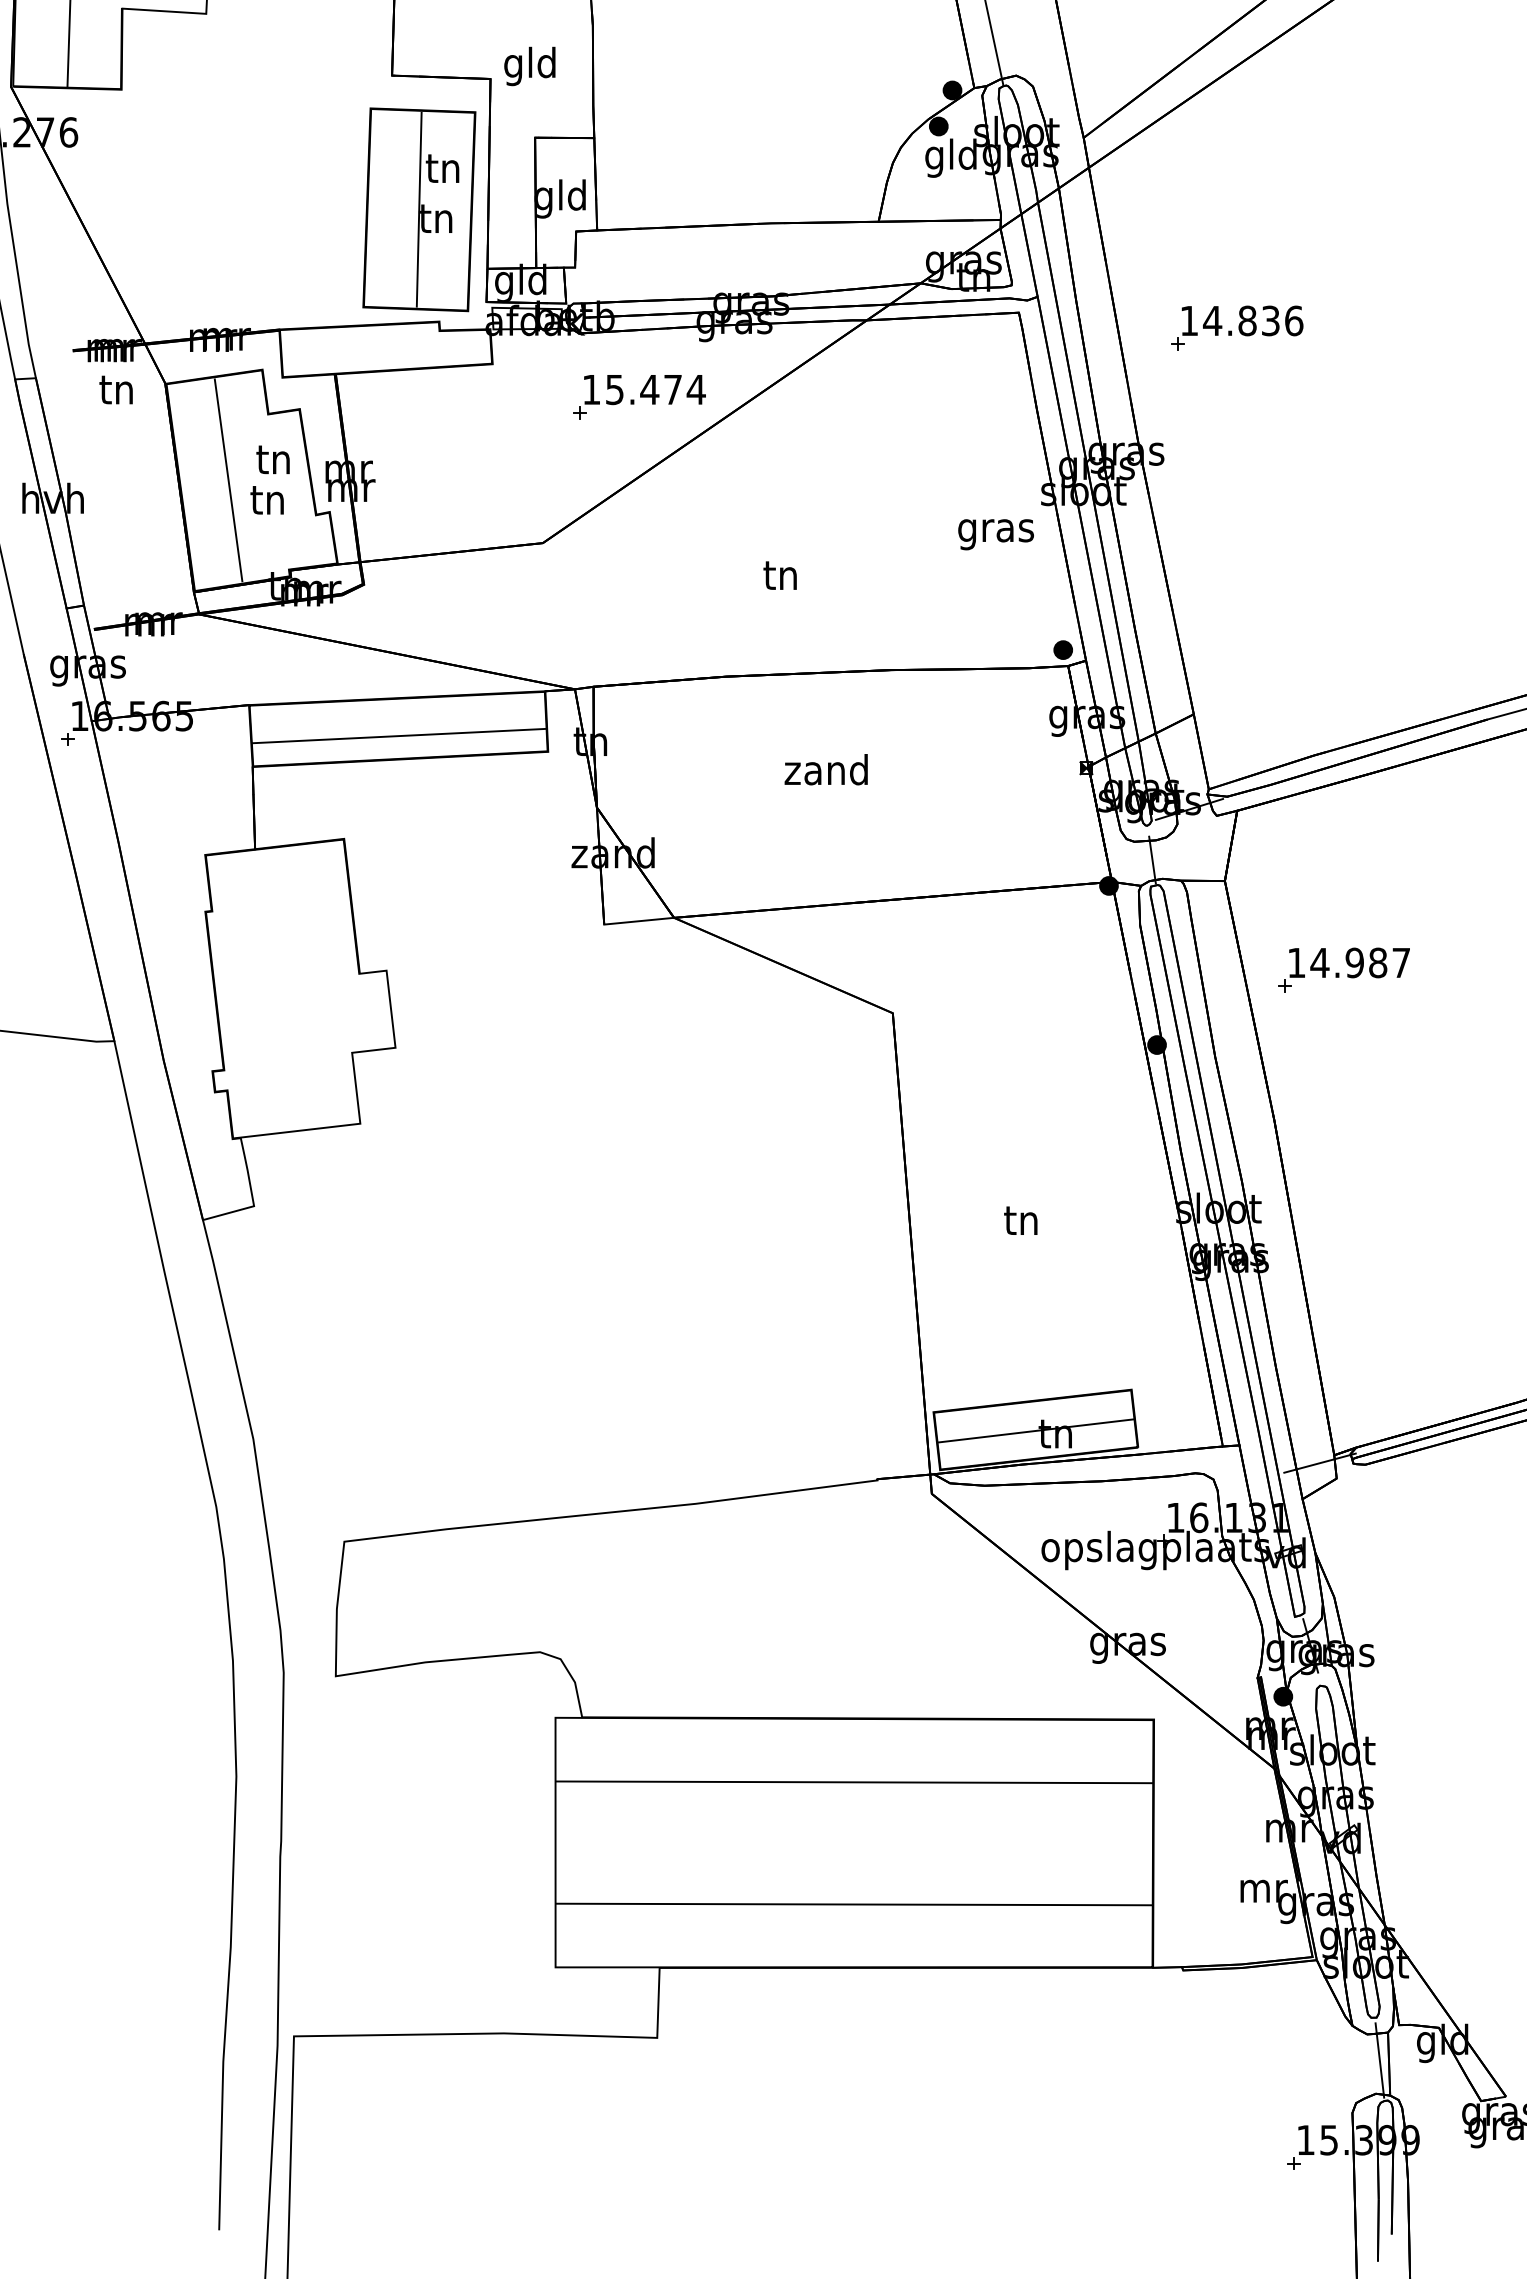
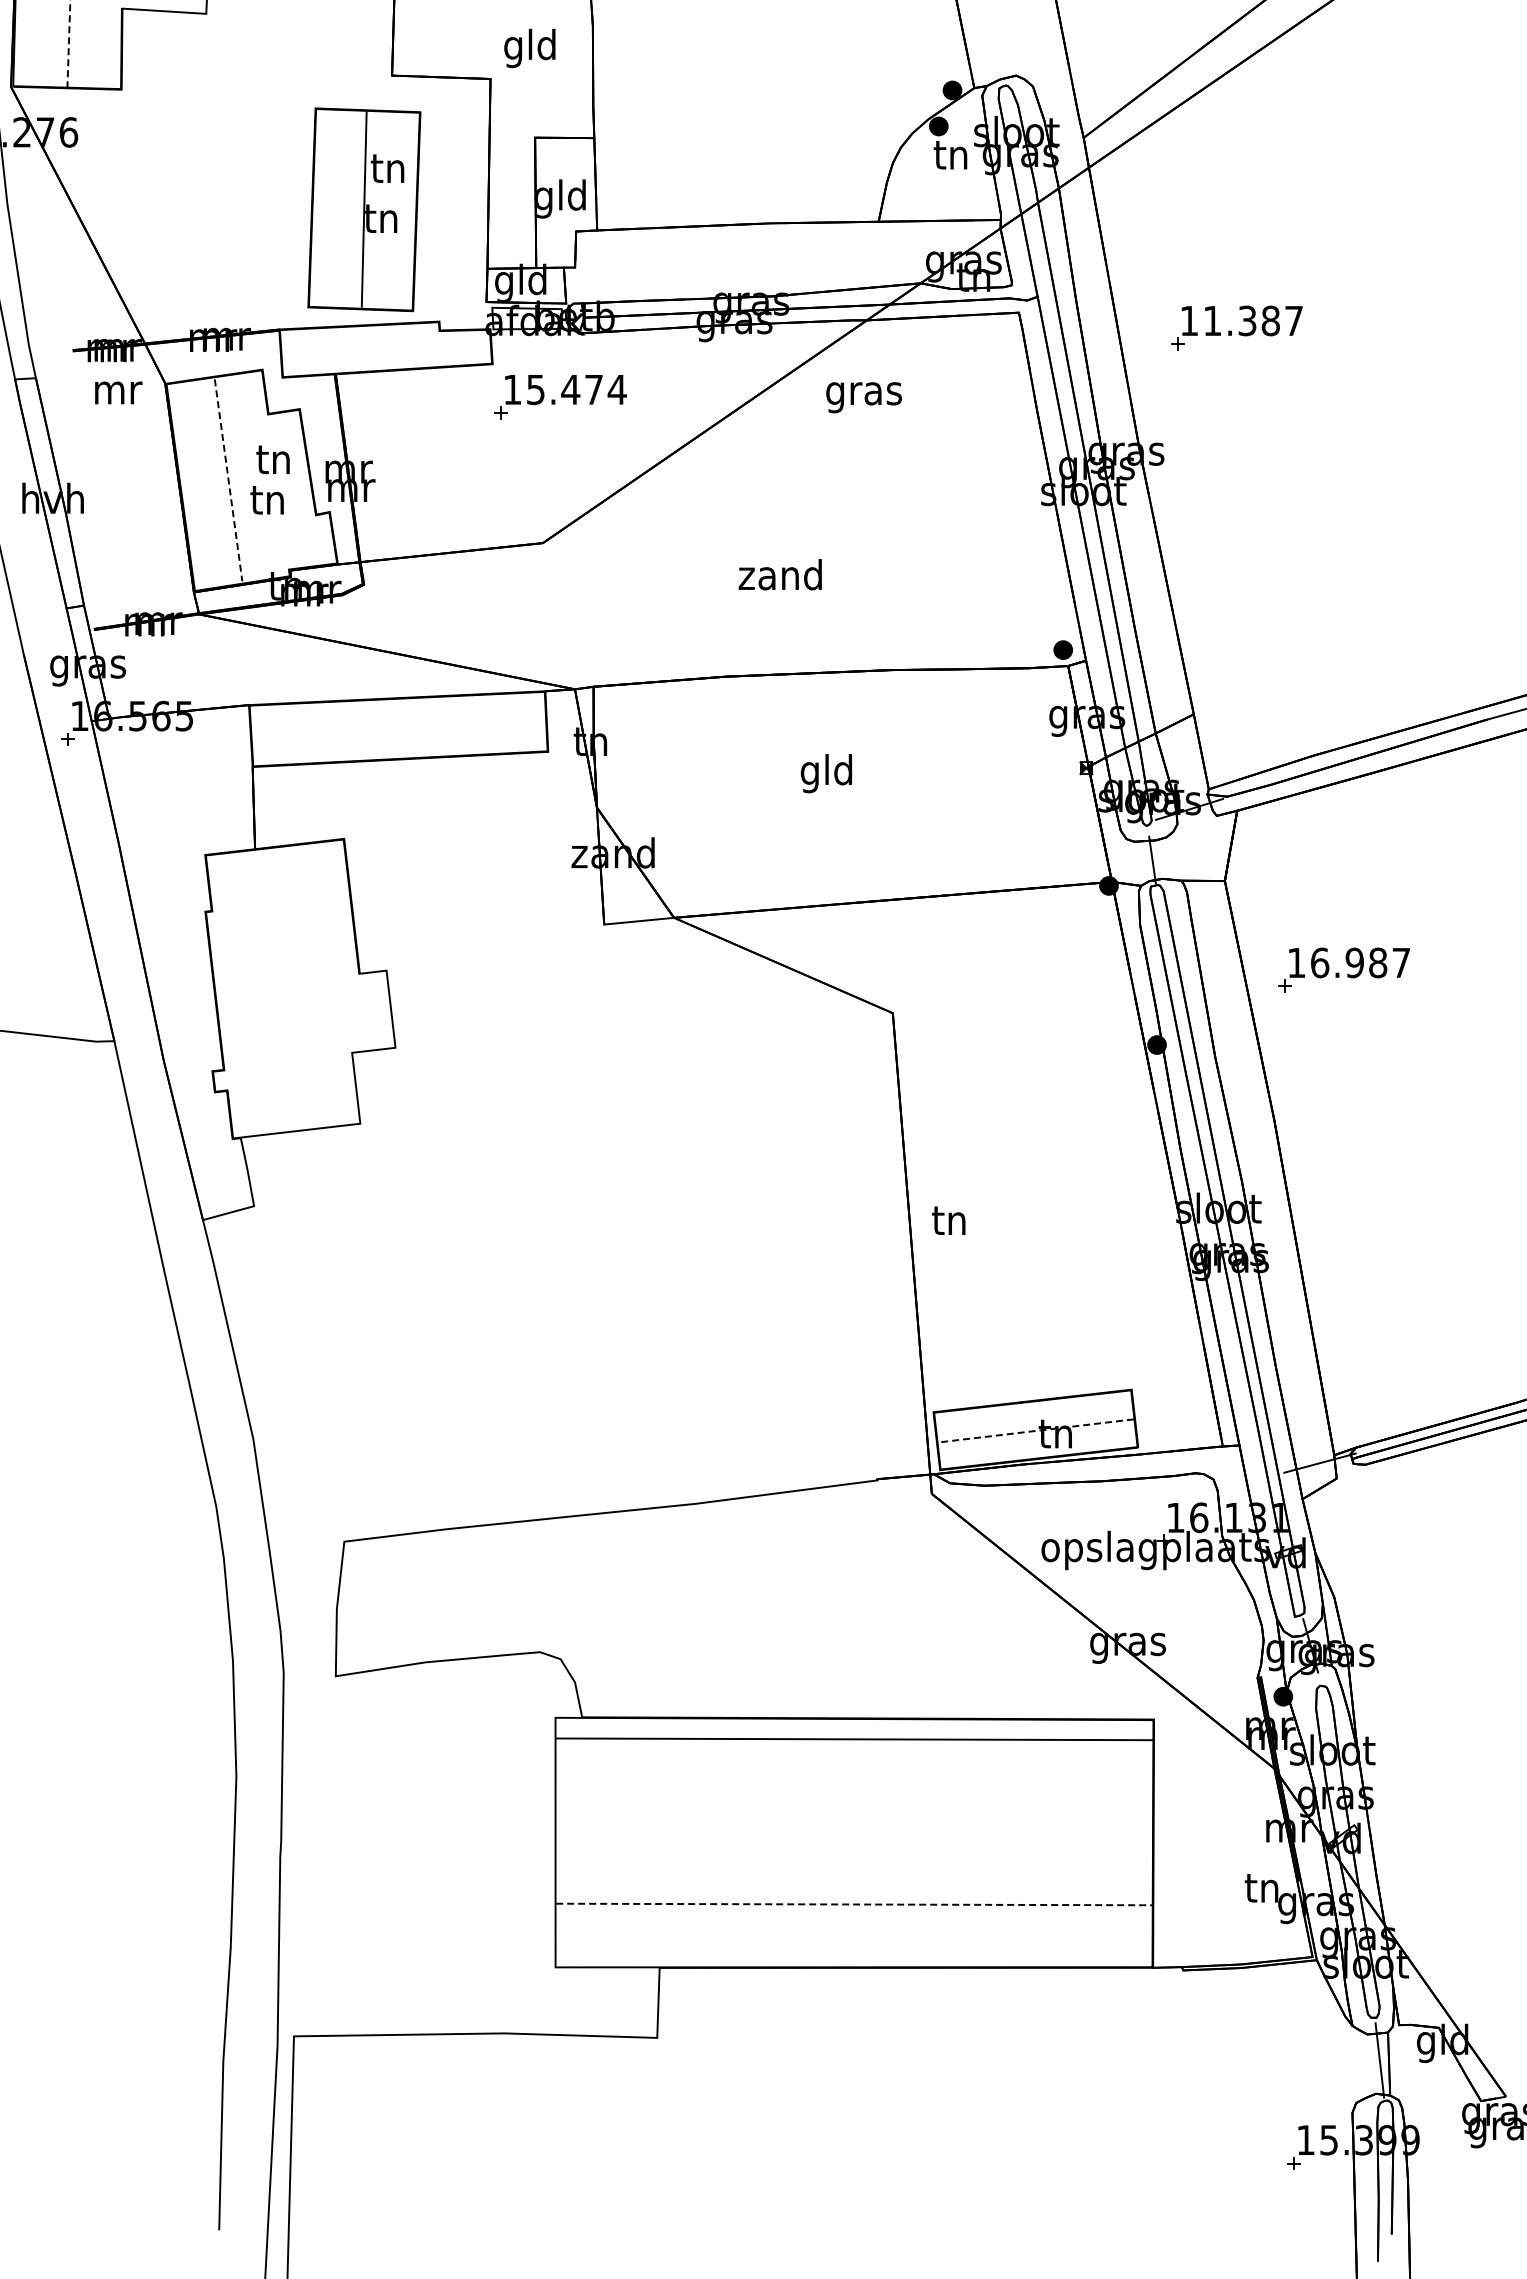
line at (994, 43): present -> none
line at (68, 44): solid -> dashed
text at (529, 66) position: (529, 66) -> (529, 48)
text at (950, 157): gld -> tn
part at (419, 209) position: (419, 209) -> (364, 209)
text at (1253, 320): 14.836 -> 11.387
text at (118, 389): tn -> mr
part at (639, 397) position: (639, 397) -> (560, 397)
line at (228, 480): solid -> dashed
text at (995, 534) position: (995, 534) -> (863, 397)
text at (779, 574): tn -> zand
line at (398, 735): present -> none
text at (825, 773): zand -> gld
text at (1319, 962): 14.987 -> 16.987
text at (1020, 1220) position: (1020, 1220) -> (948, 1220)
line at (1036, 1430): solid -> dashed
line at (854, 1782) position: (854, 1782) -> (854, 1739)
text at (1263, 1888): mr -> tn
line at (854, 1904): solid -> dashed
